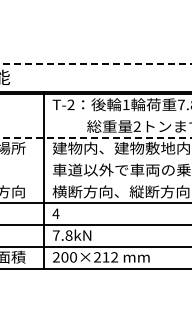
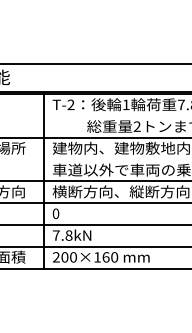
line at (96, 64): dashed -> solid
line at (96, 137): dashed -> solid
line at (95, 181): none -> present
text at (55, 213): 4 -> 0
text at (106, 257): 200×212 -> 200×160
